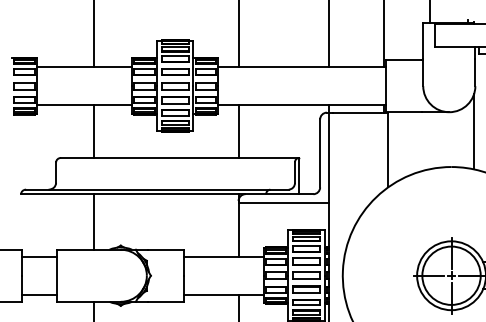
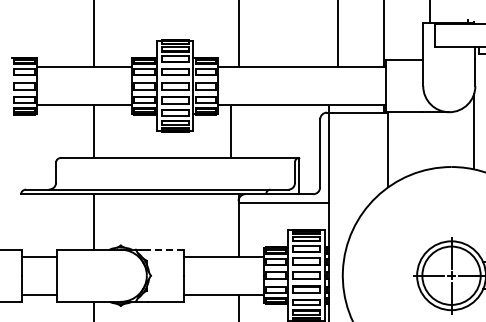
line at (329, 34) position: (329, 34) -> (338, 34)
line at (238, 131) position: (238, 131) -> (230, 131)
line at (165, 249): solid -> dashed
